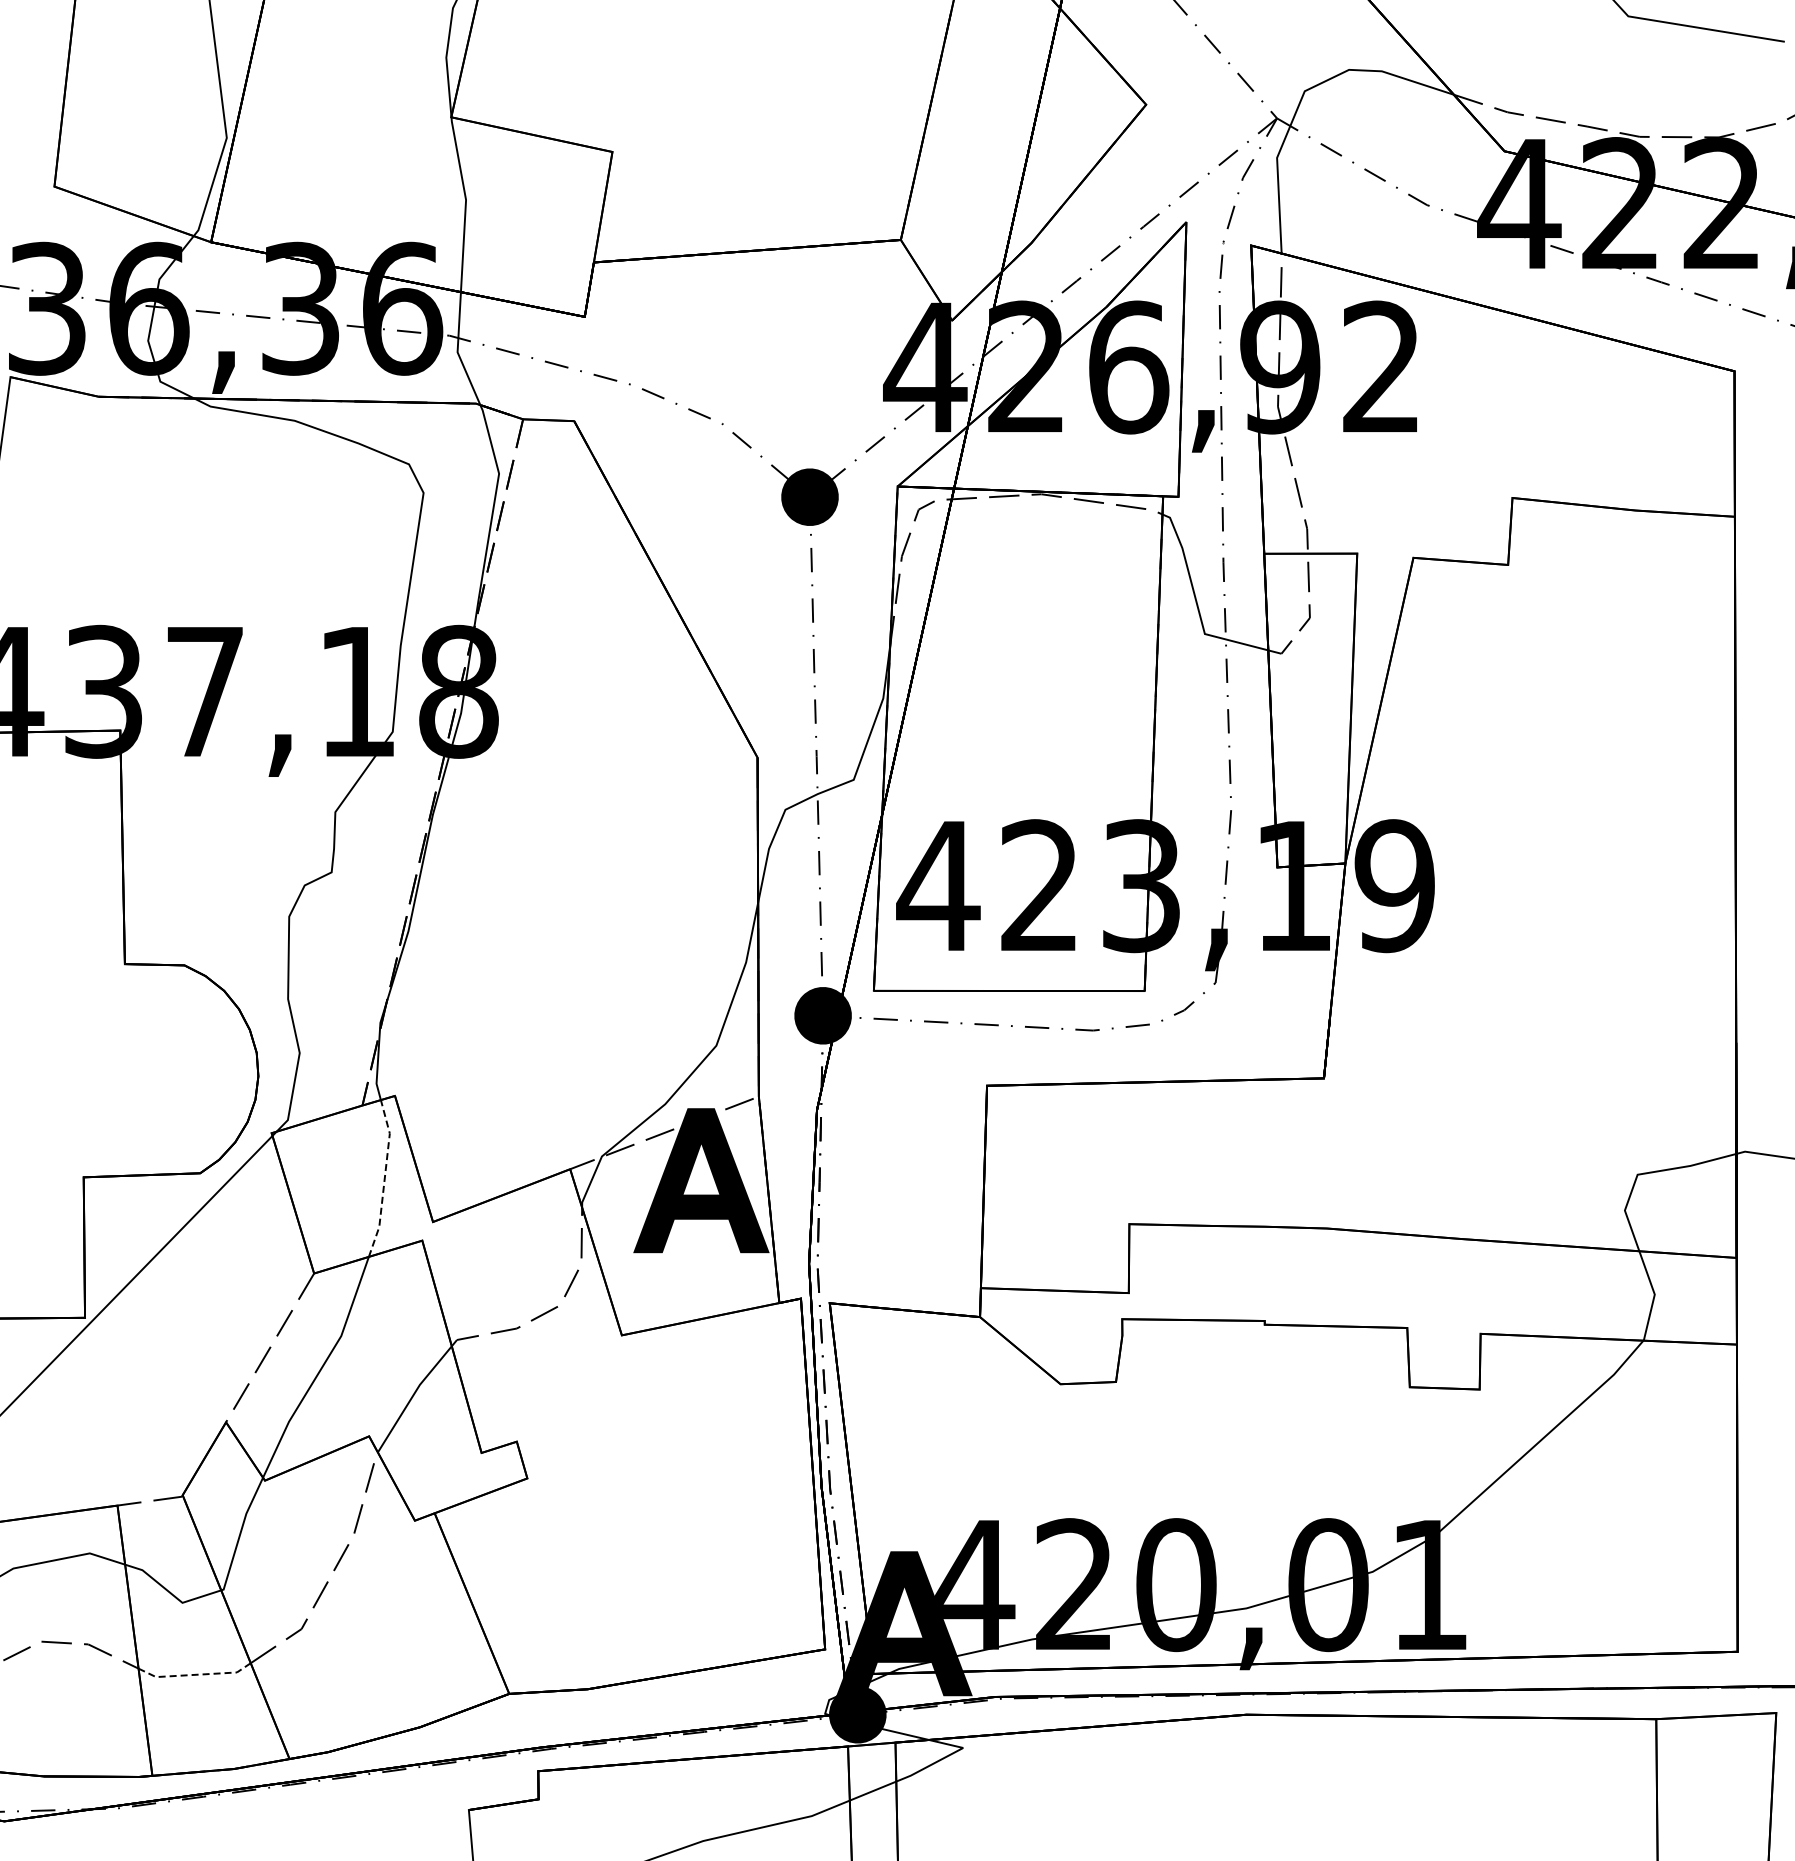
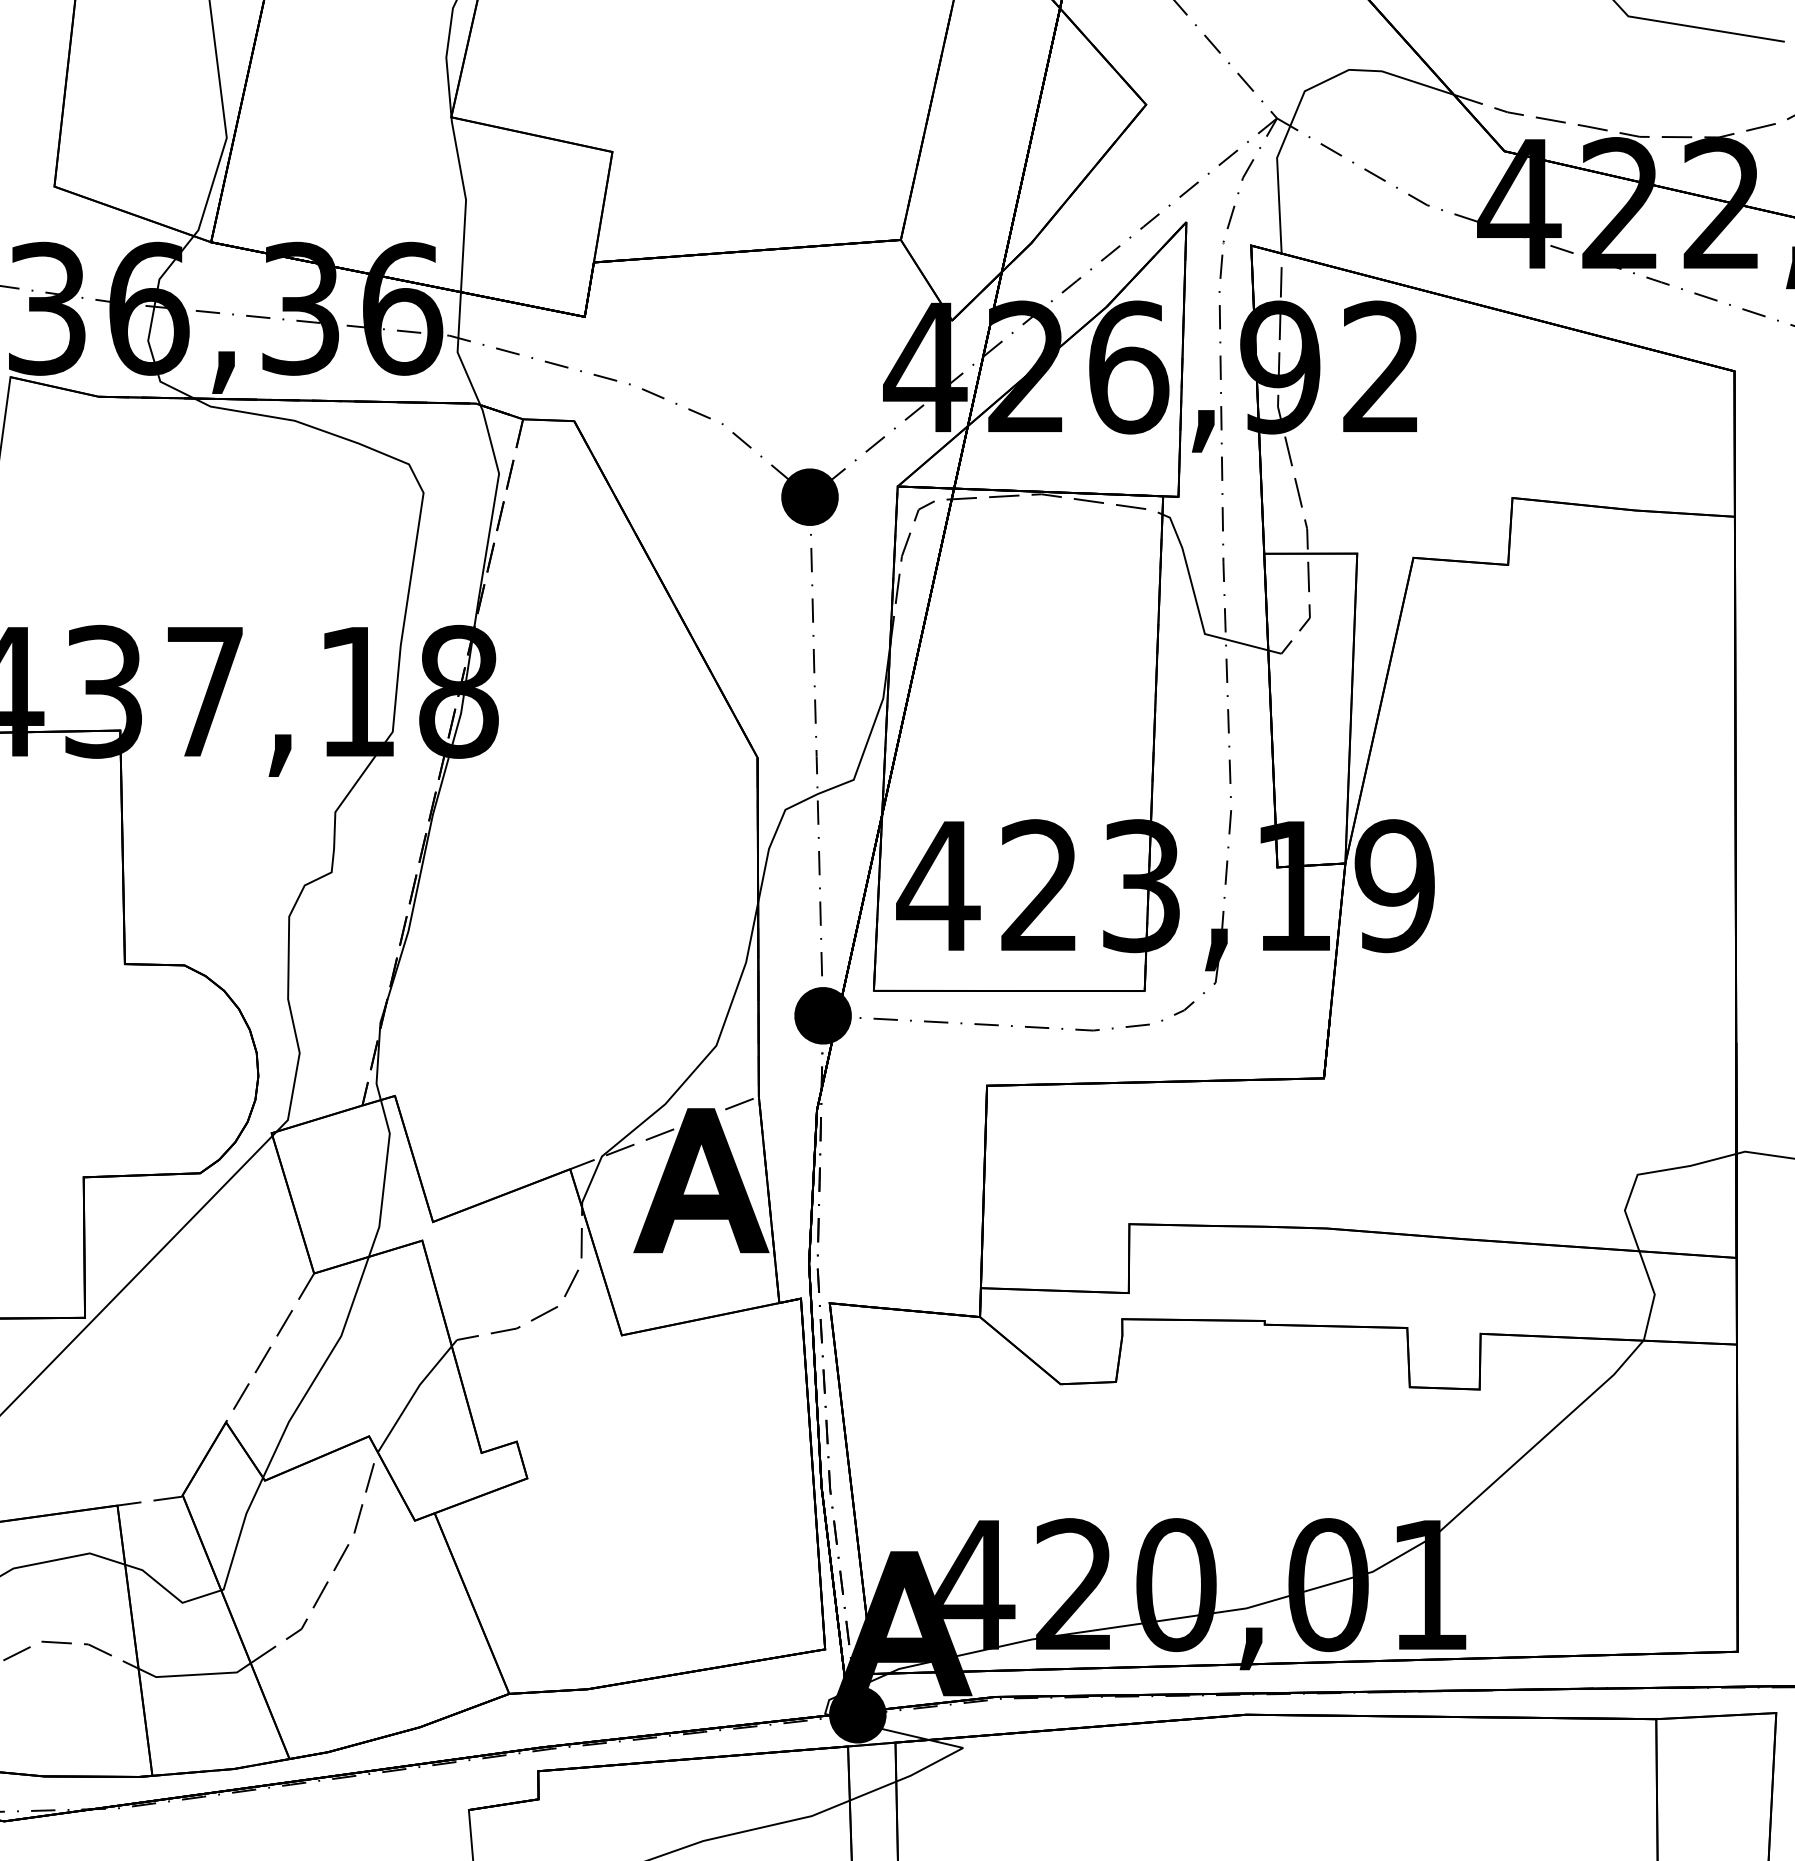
line at (384, 1178): dashed -> solid
line at (195, 1674): dashed -> solid
